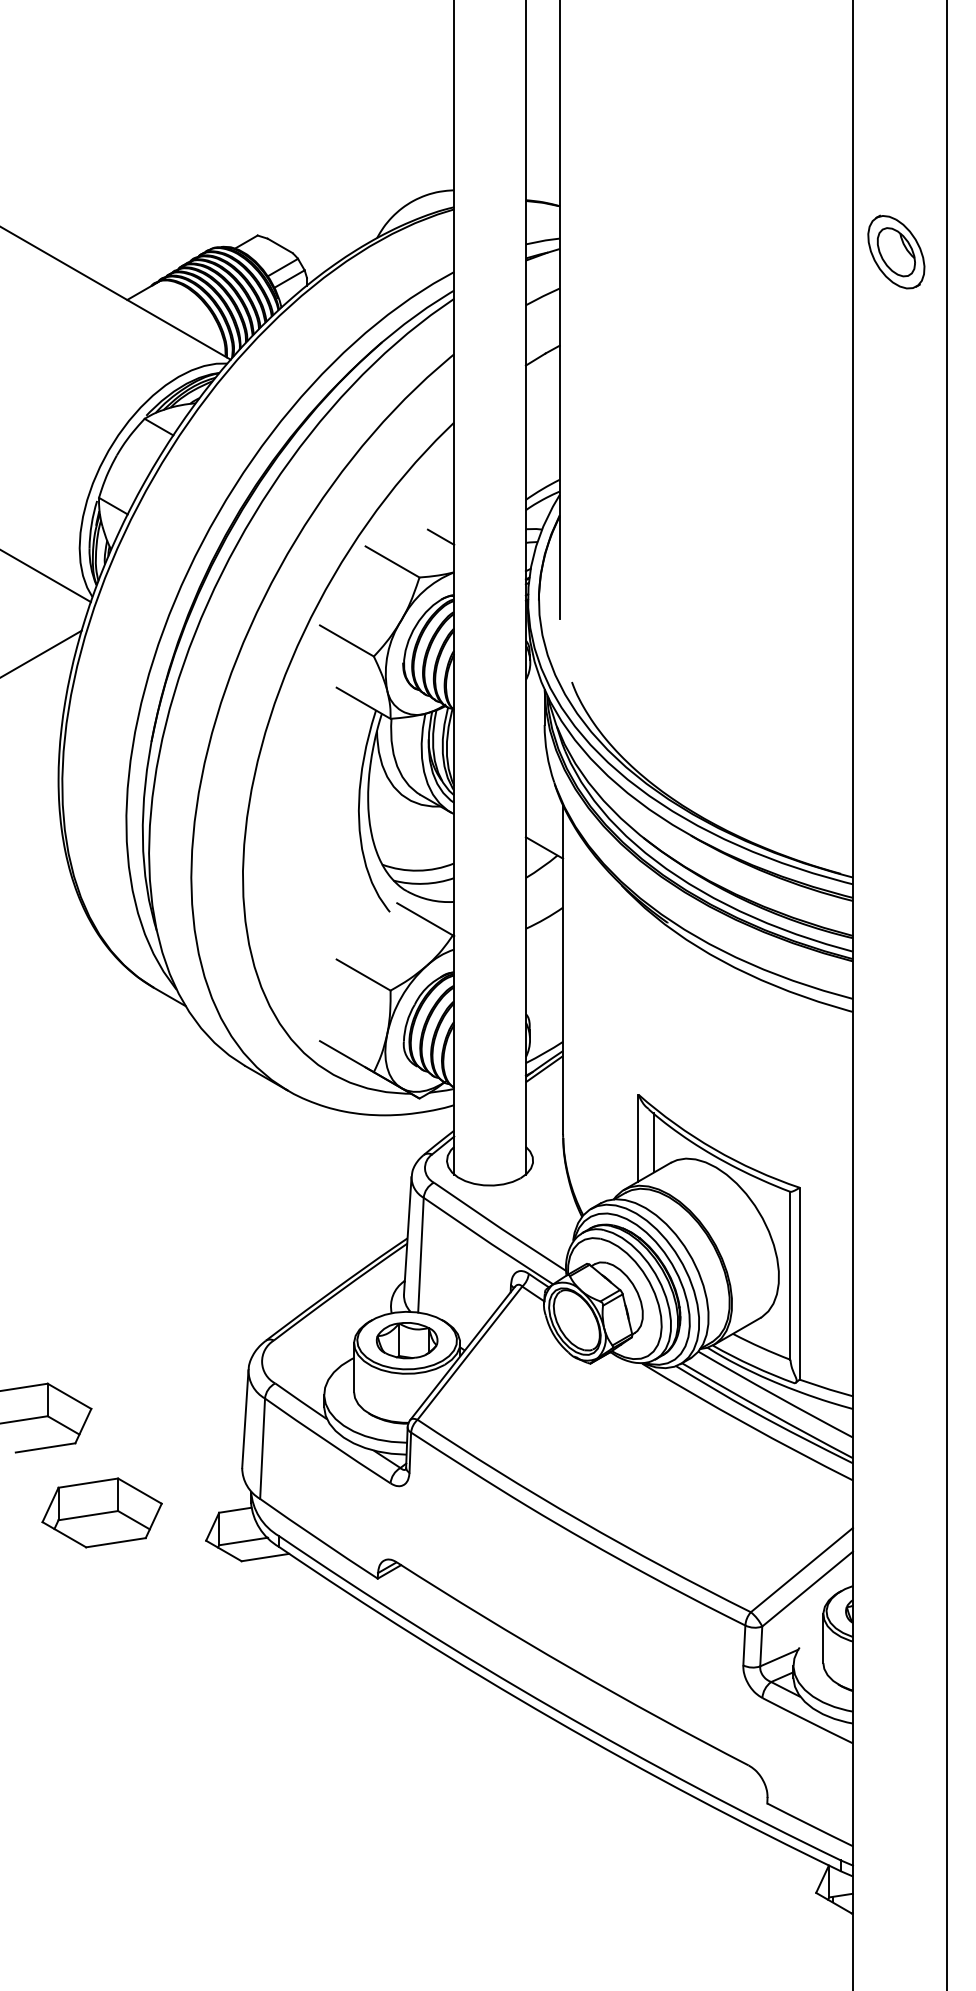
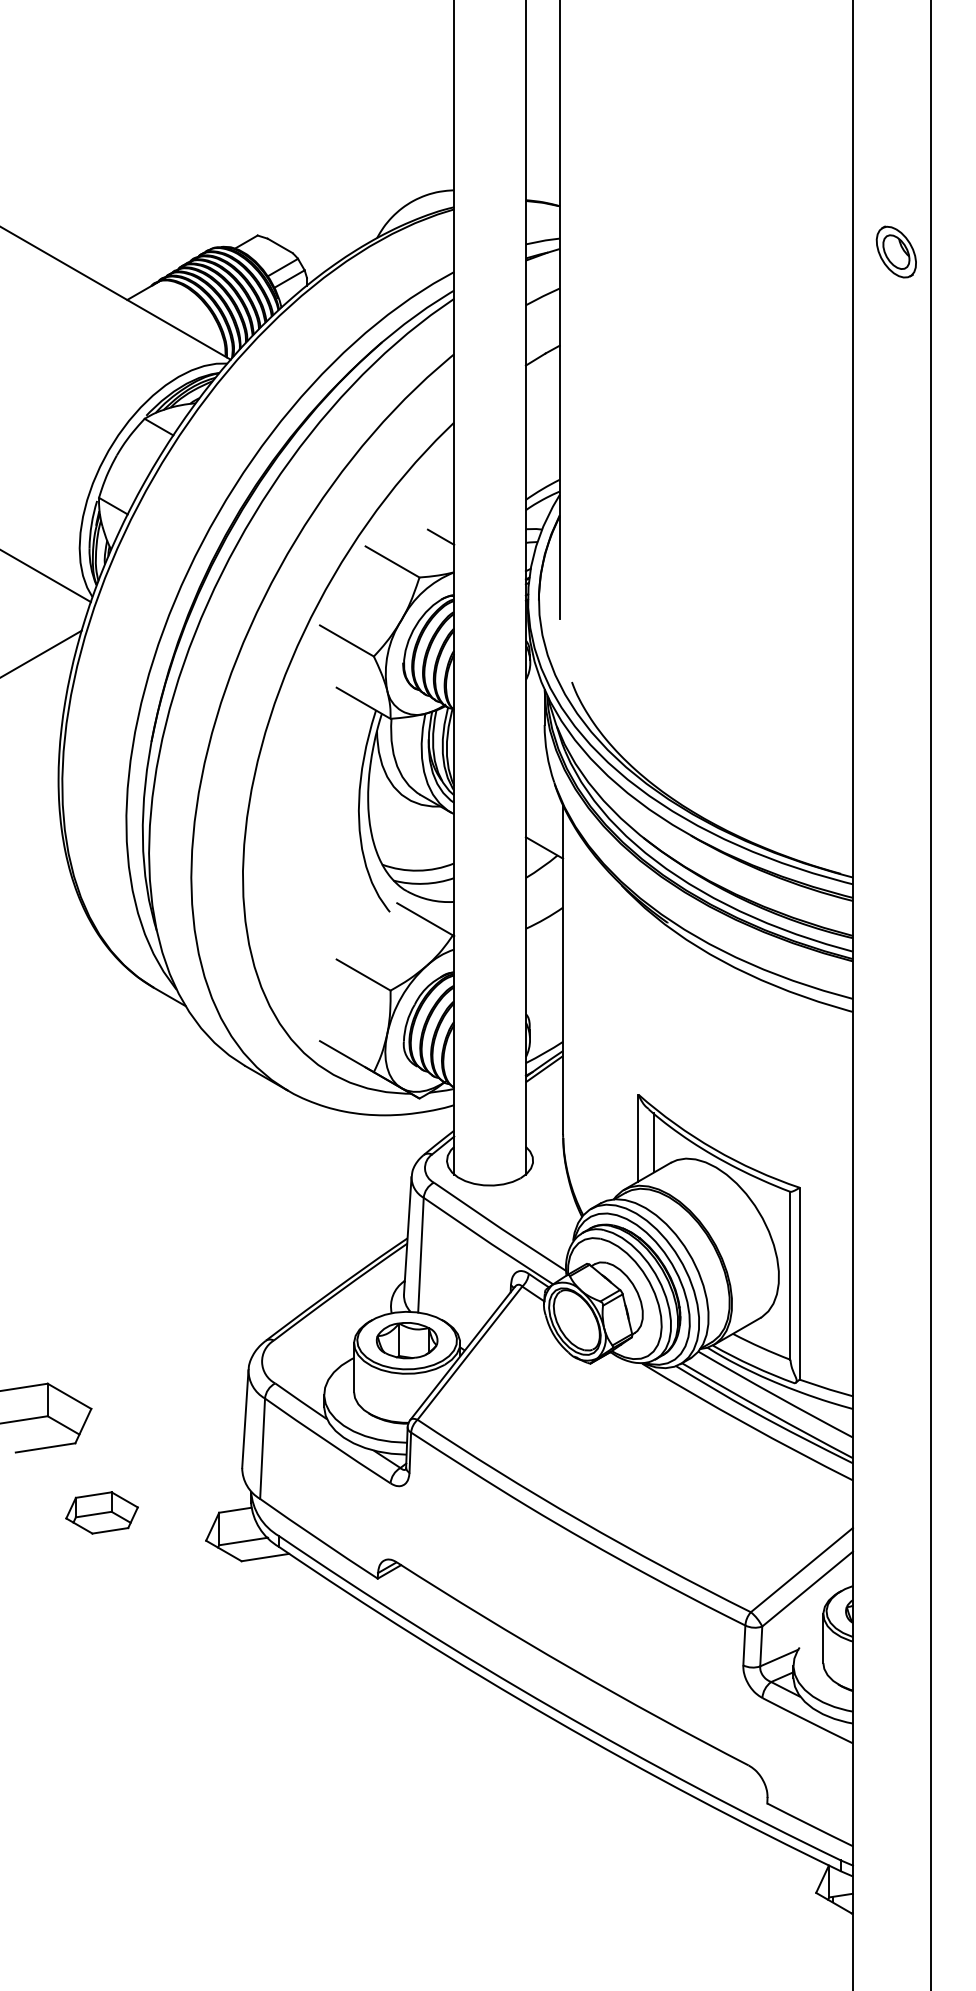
part at (896, 251) size: 59x76 px -> 42x54 px
line at (946, 994) position: (946, 994) -> (930, 994)
part at (101, 1512) size: 122x72 px -> 74x44 px
